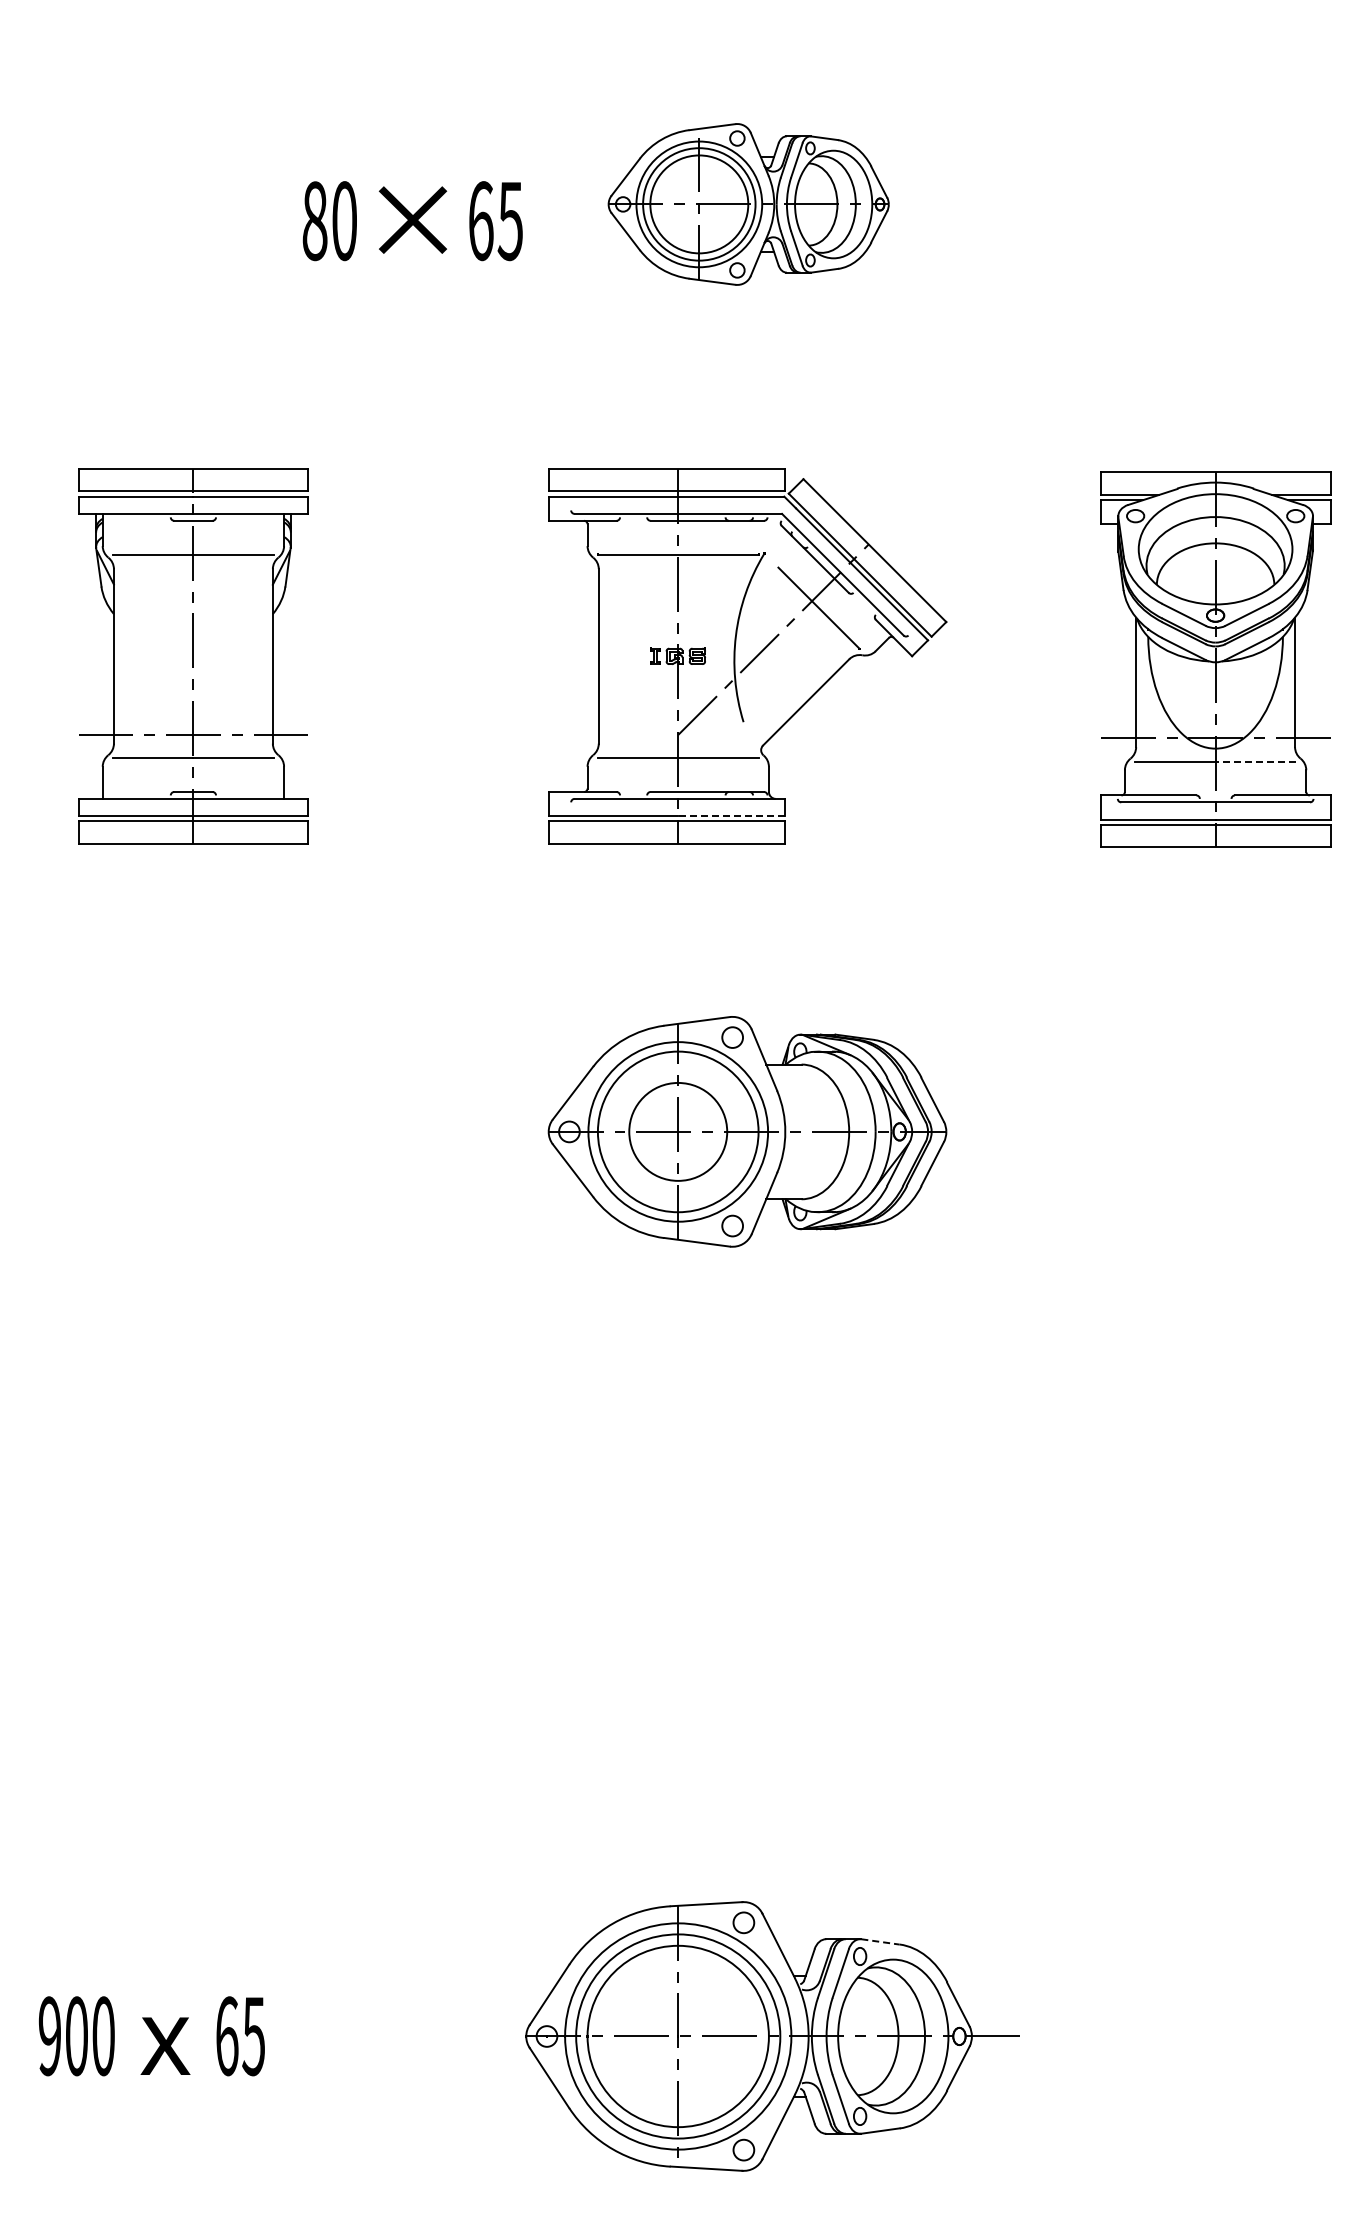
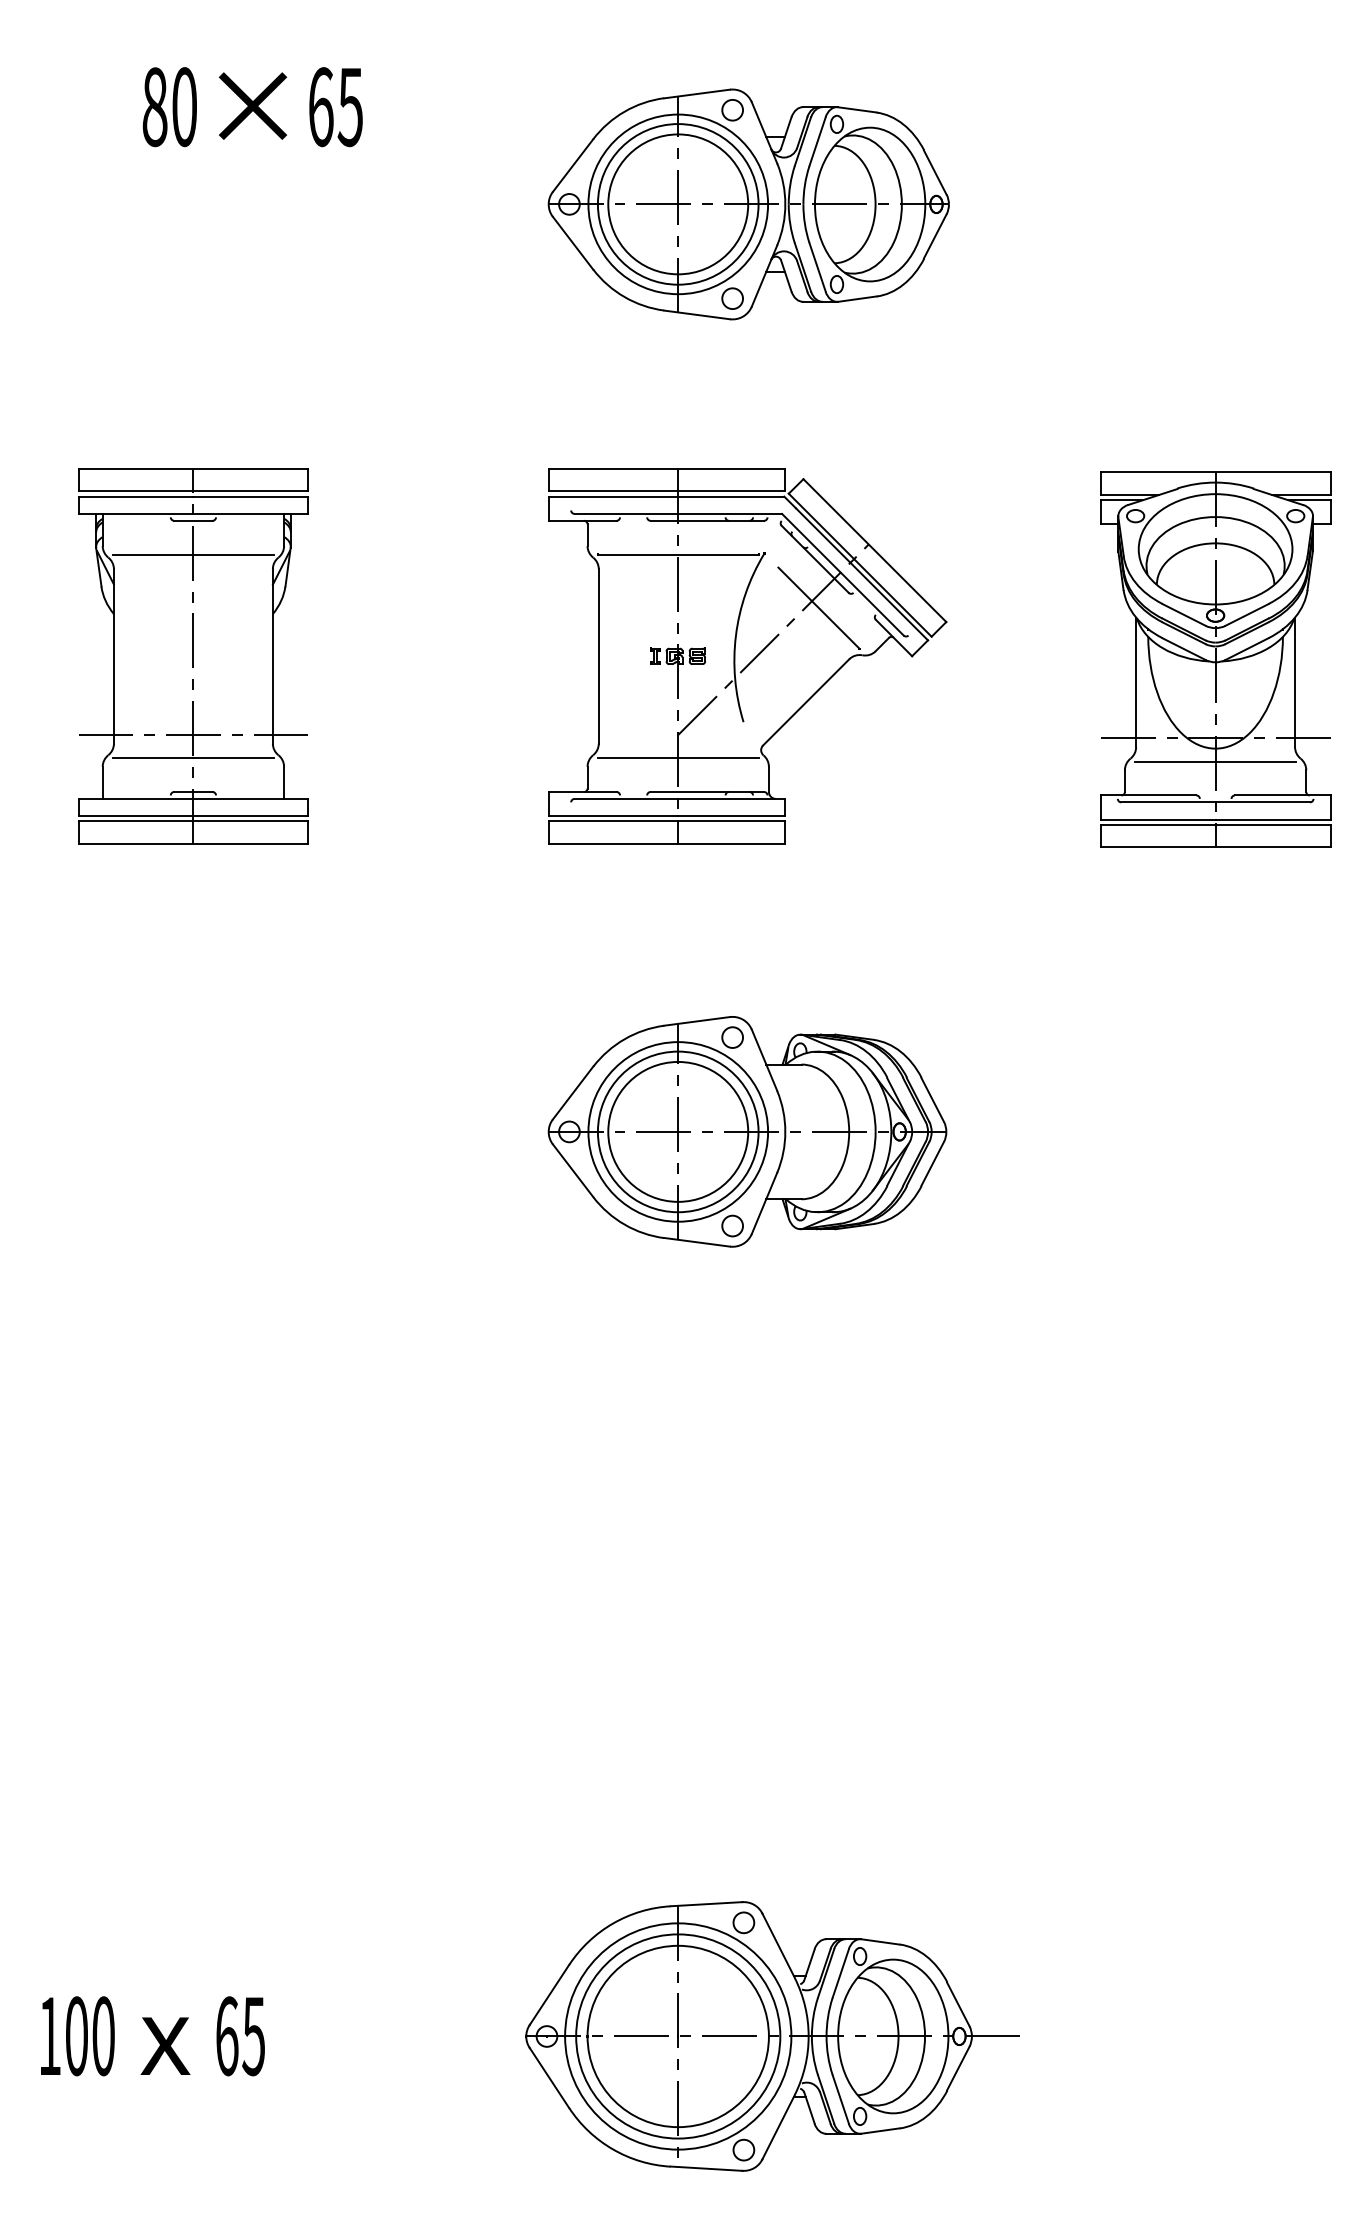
part at (748, 204) size: 283x163 px -> 403x233 px
text at (412, 221) position: (412, 221) -> (252, 107)
line at (1255, 761): dashed -> solid
line at (731, 816): dashed -> solid
circle at (678, 1131) diameter: 98 px -> 140 px
line at (881, 1941): dashed -> solid
text at (49, 2036): 900 -> 100
